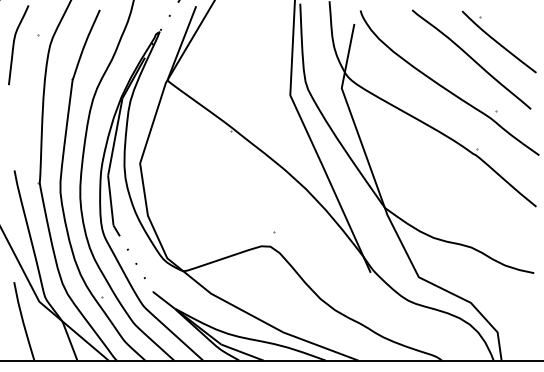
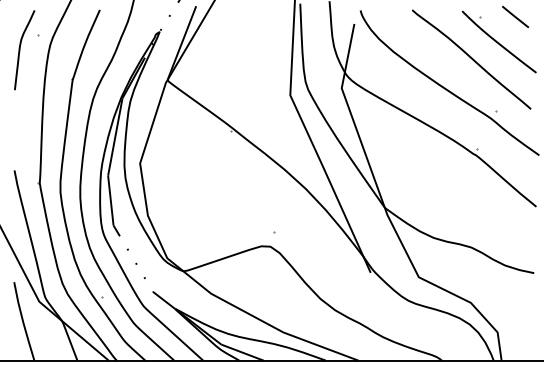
line at (515, 17): none -> present
curve at (14, 45) position: (14, 45) -> (20, 50)
